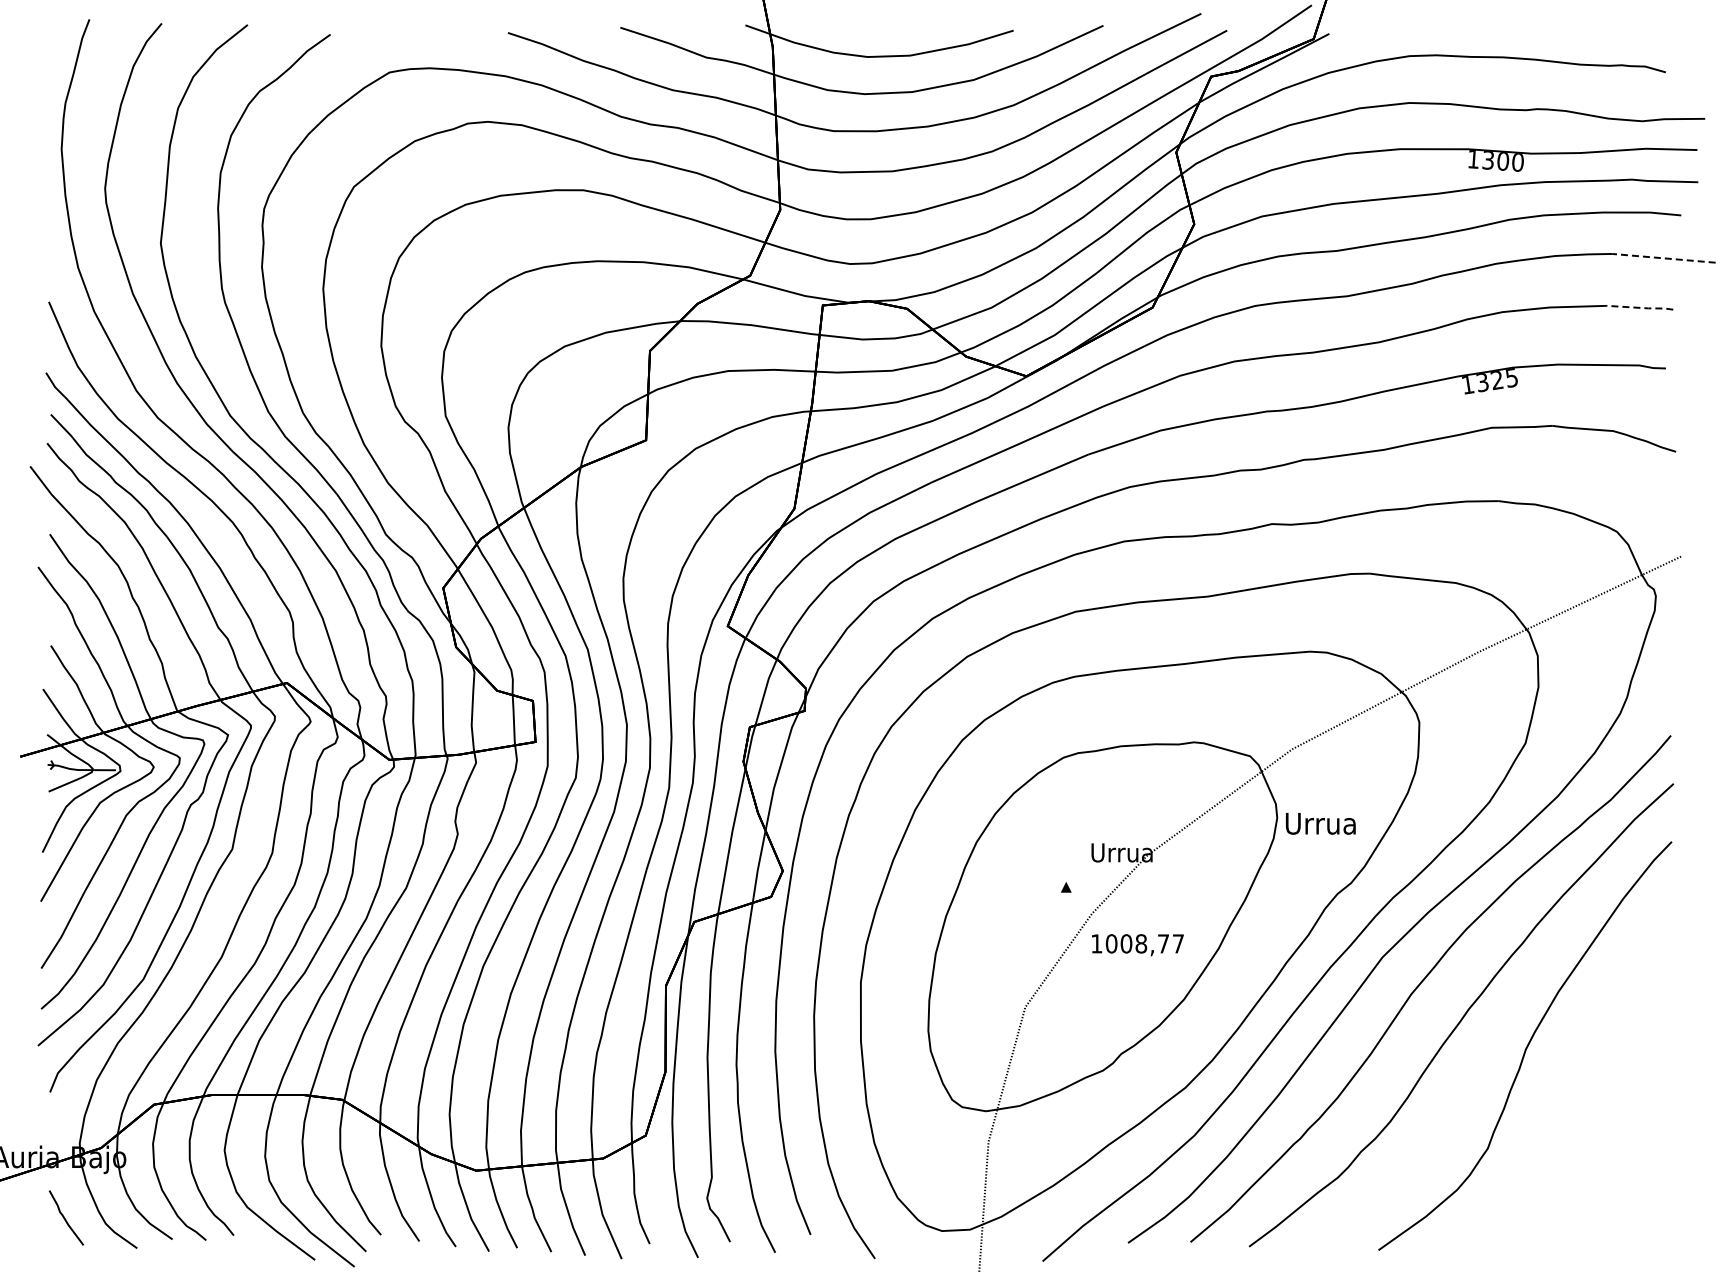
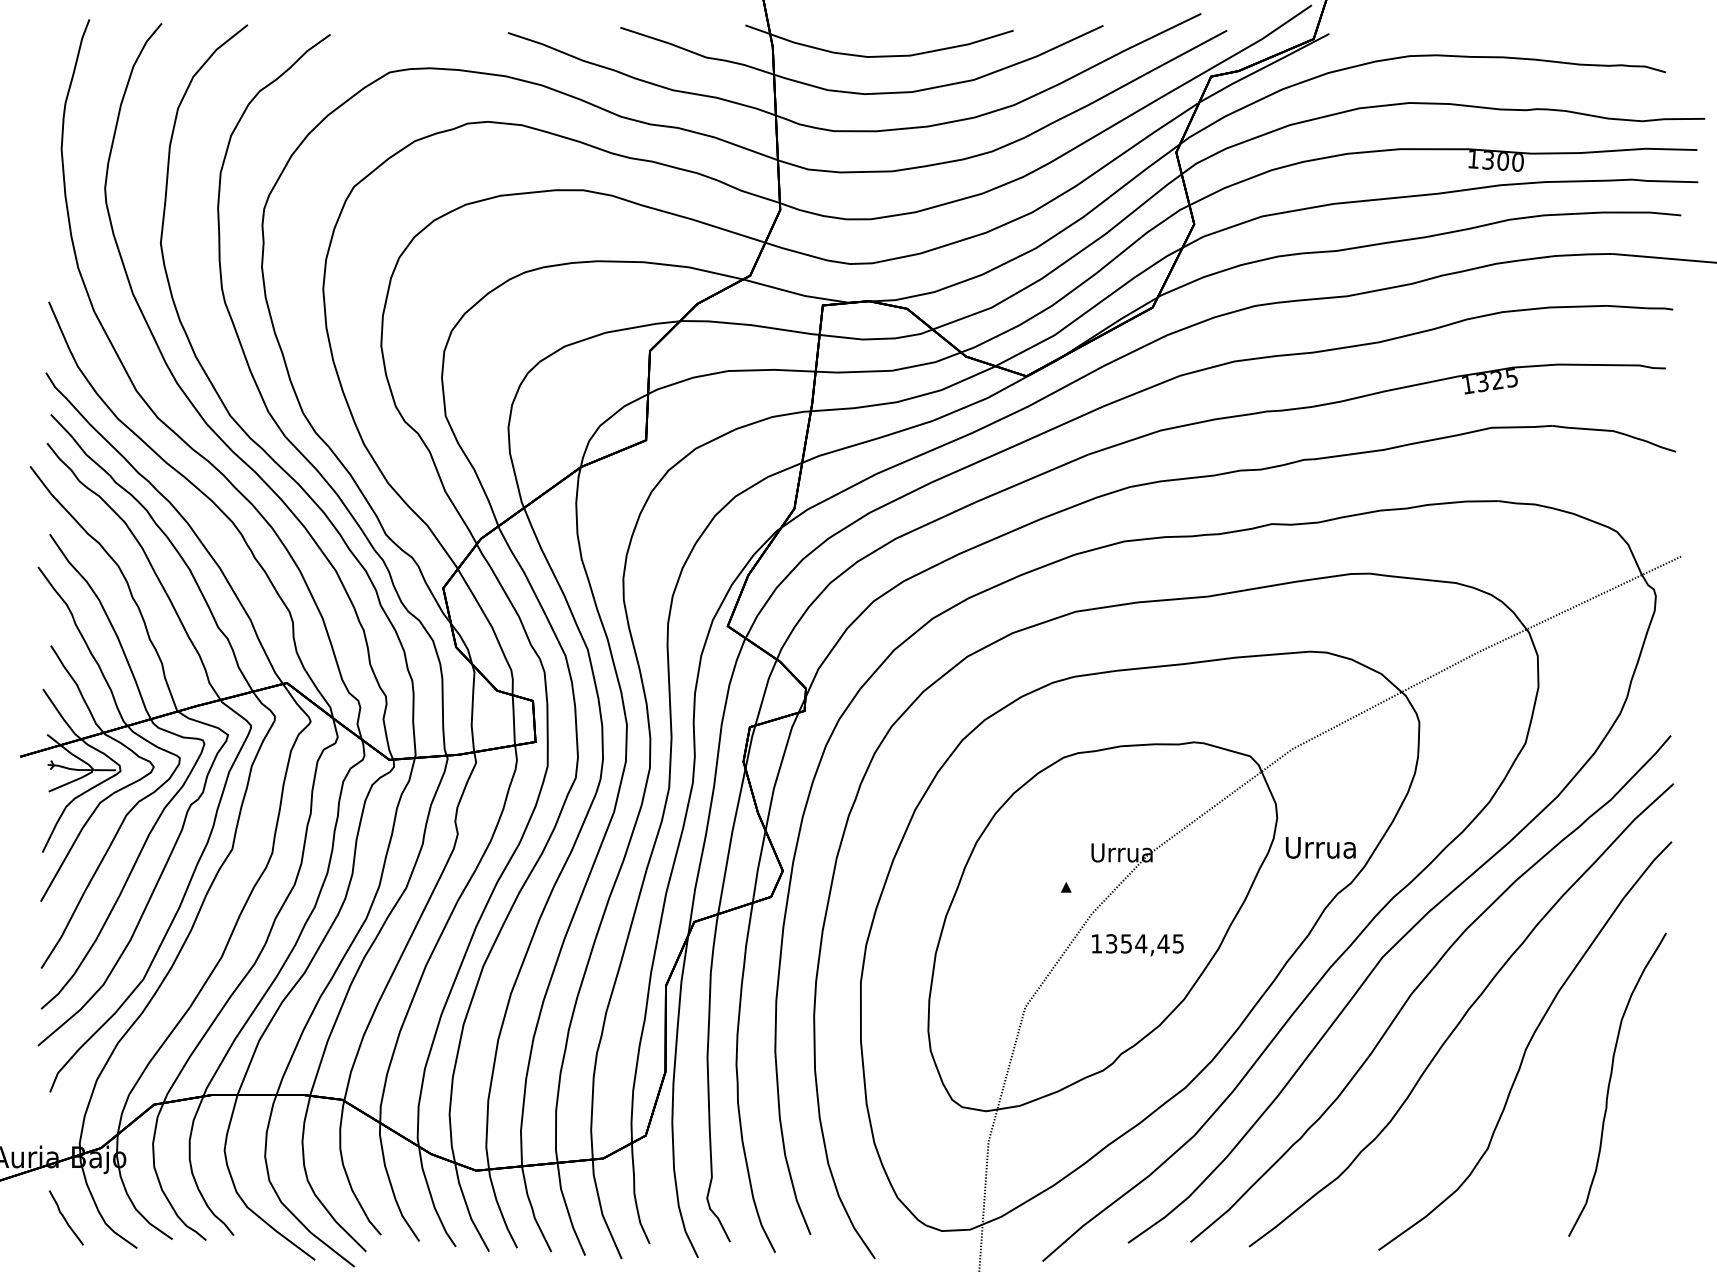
line at (1663, 258): dashed -> solid
line at (1641, 307): dashed -> solid
text at (1320, 823) position: (1320, 823) -> (1320, 847)
text at (1144, 943): 1008,77 -> 1354,45
curve at (1610, 1083): none -> present
